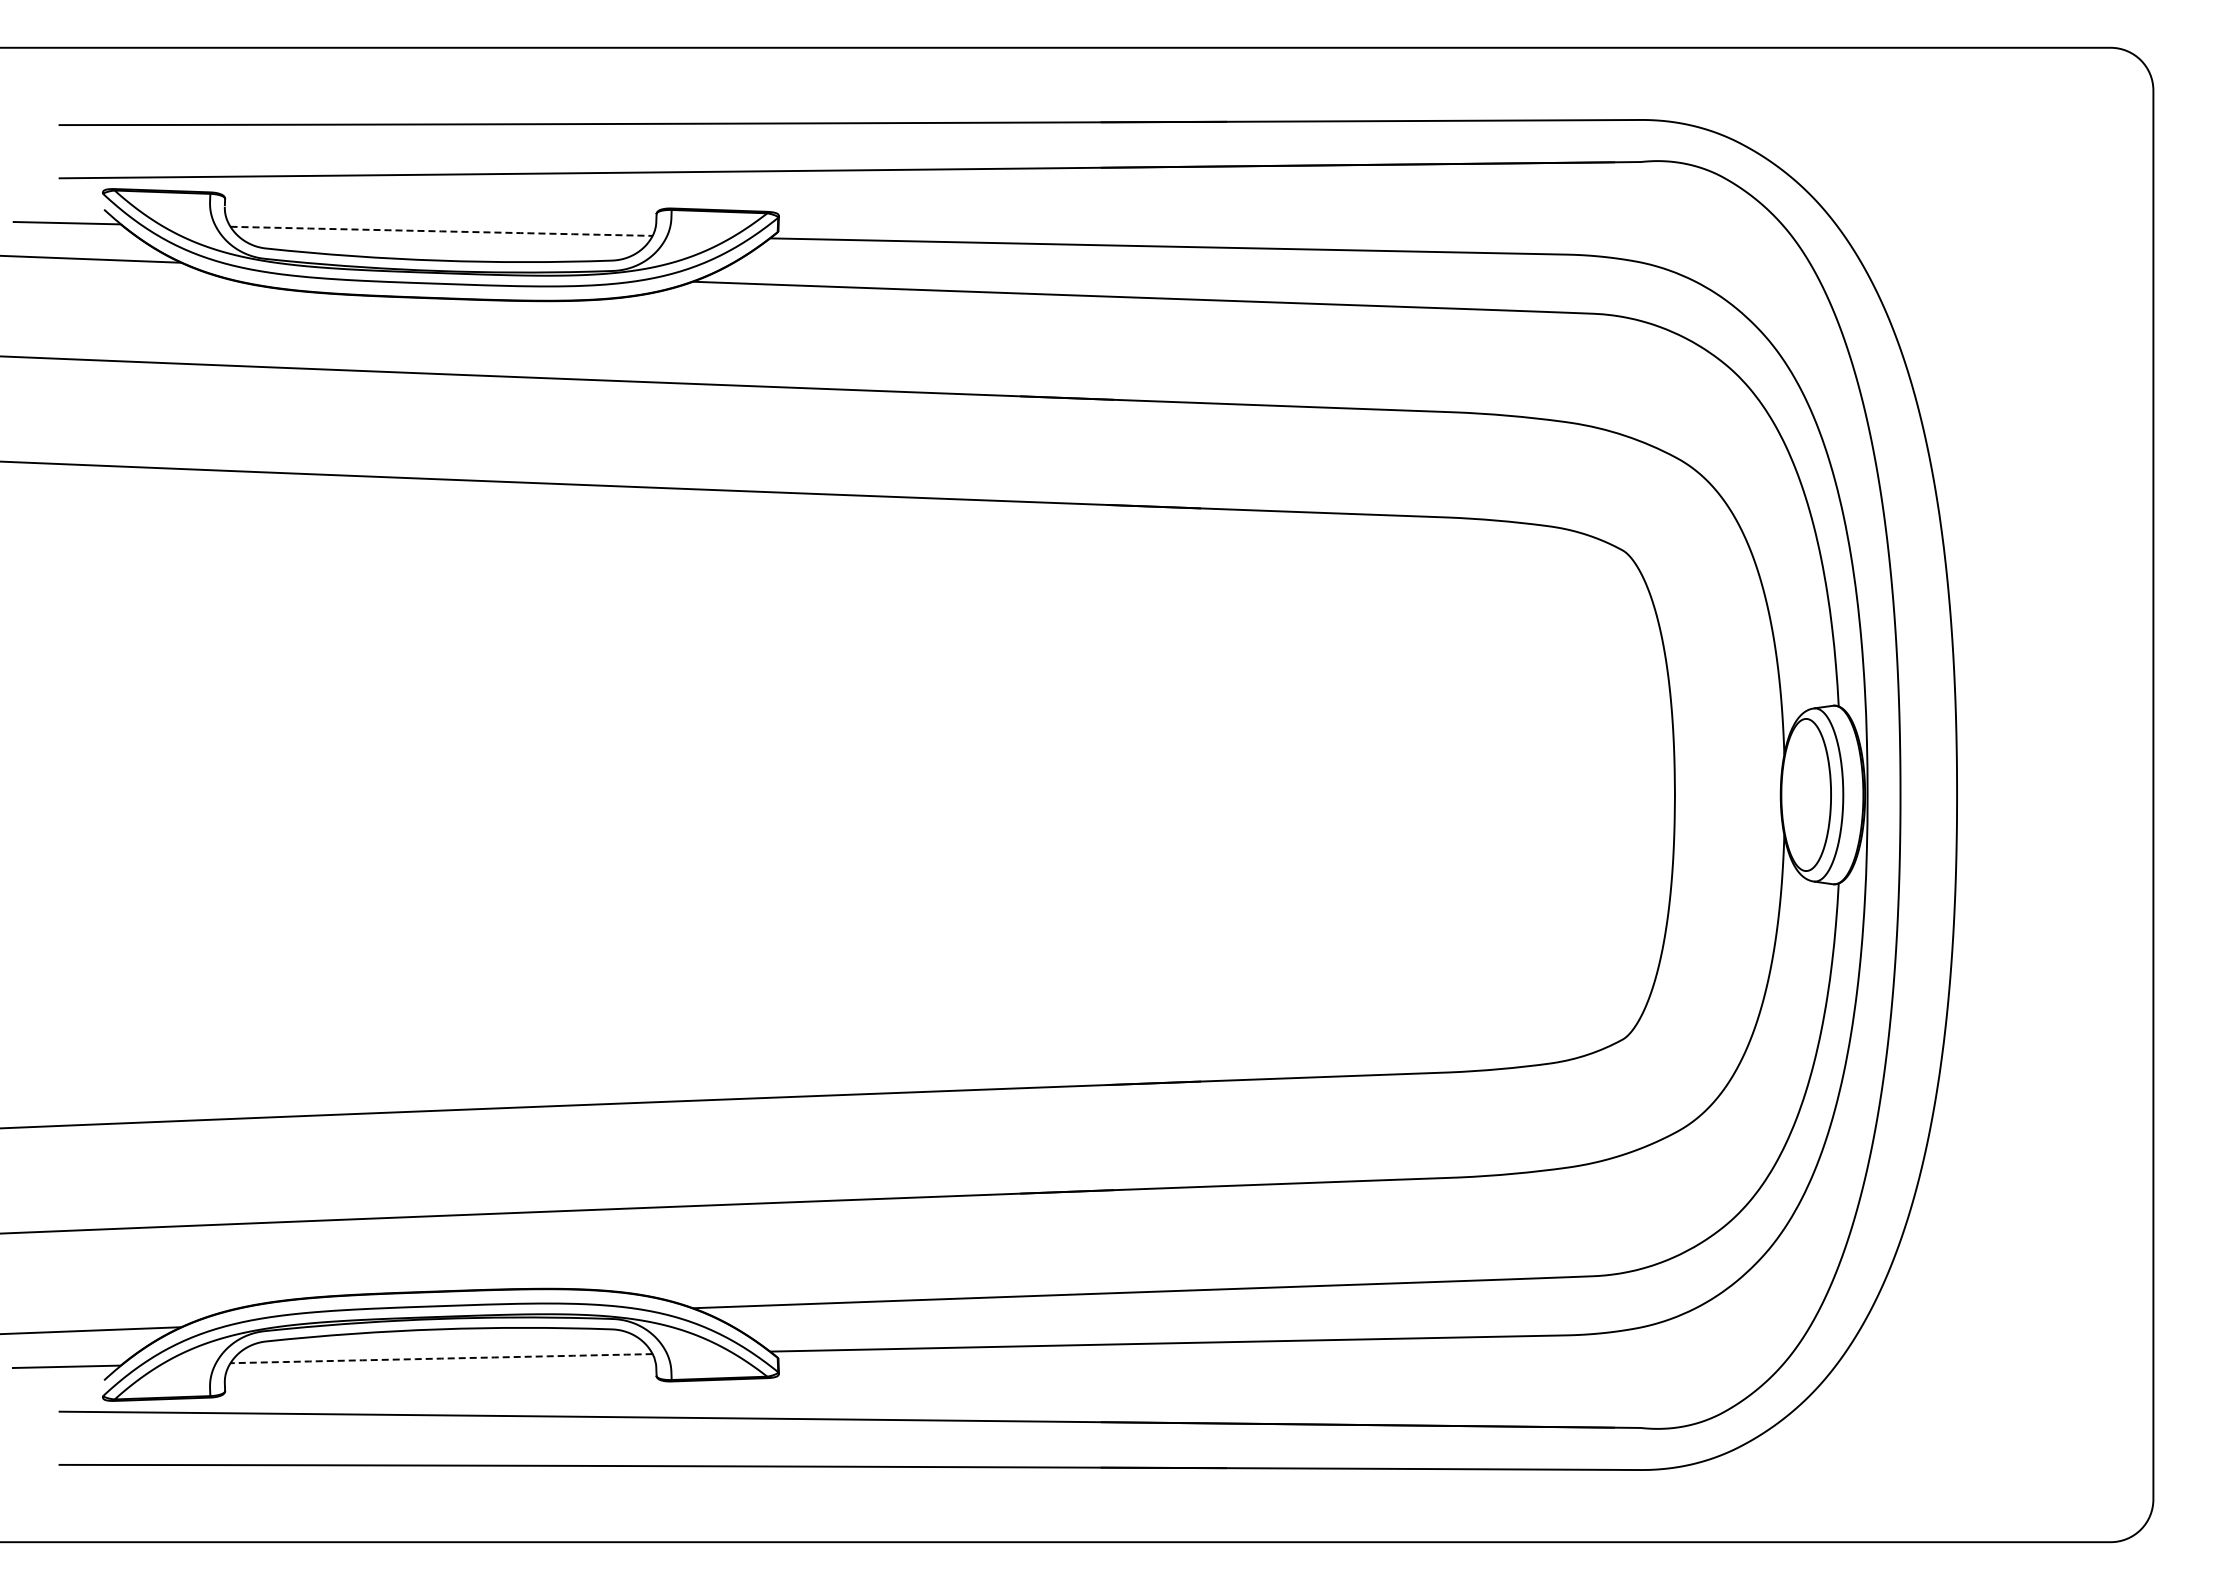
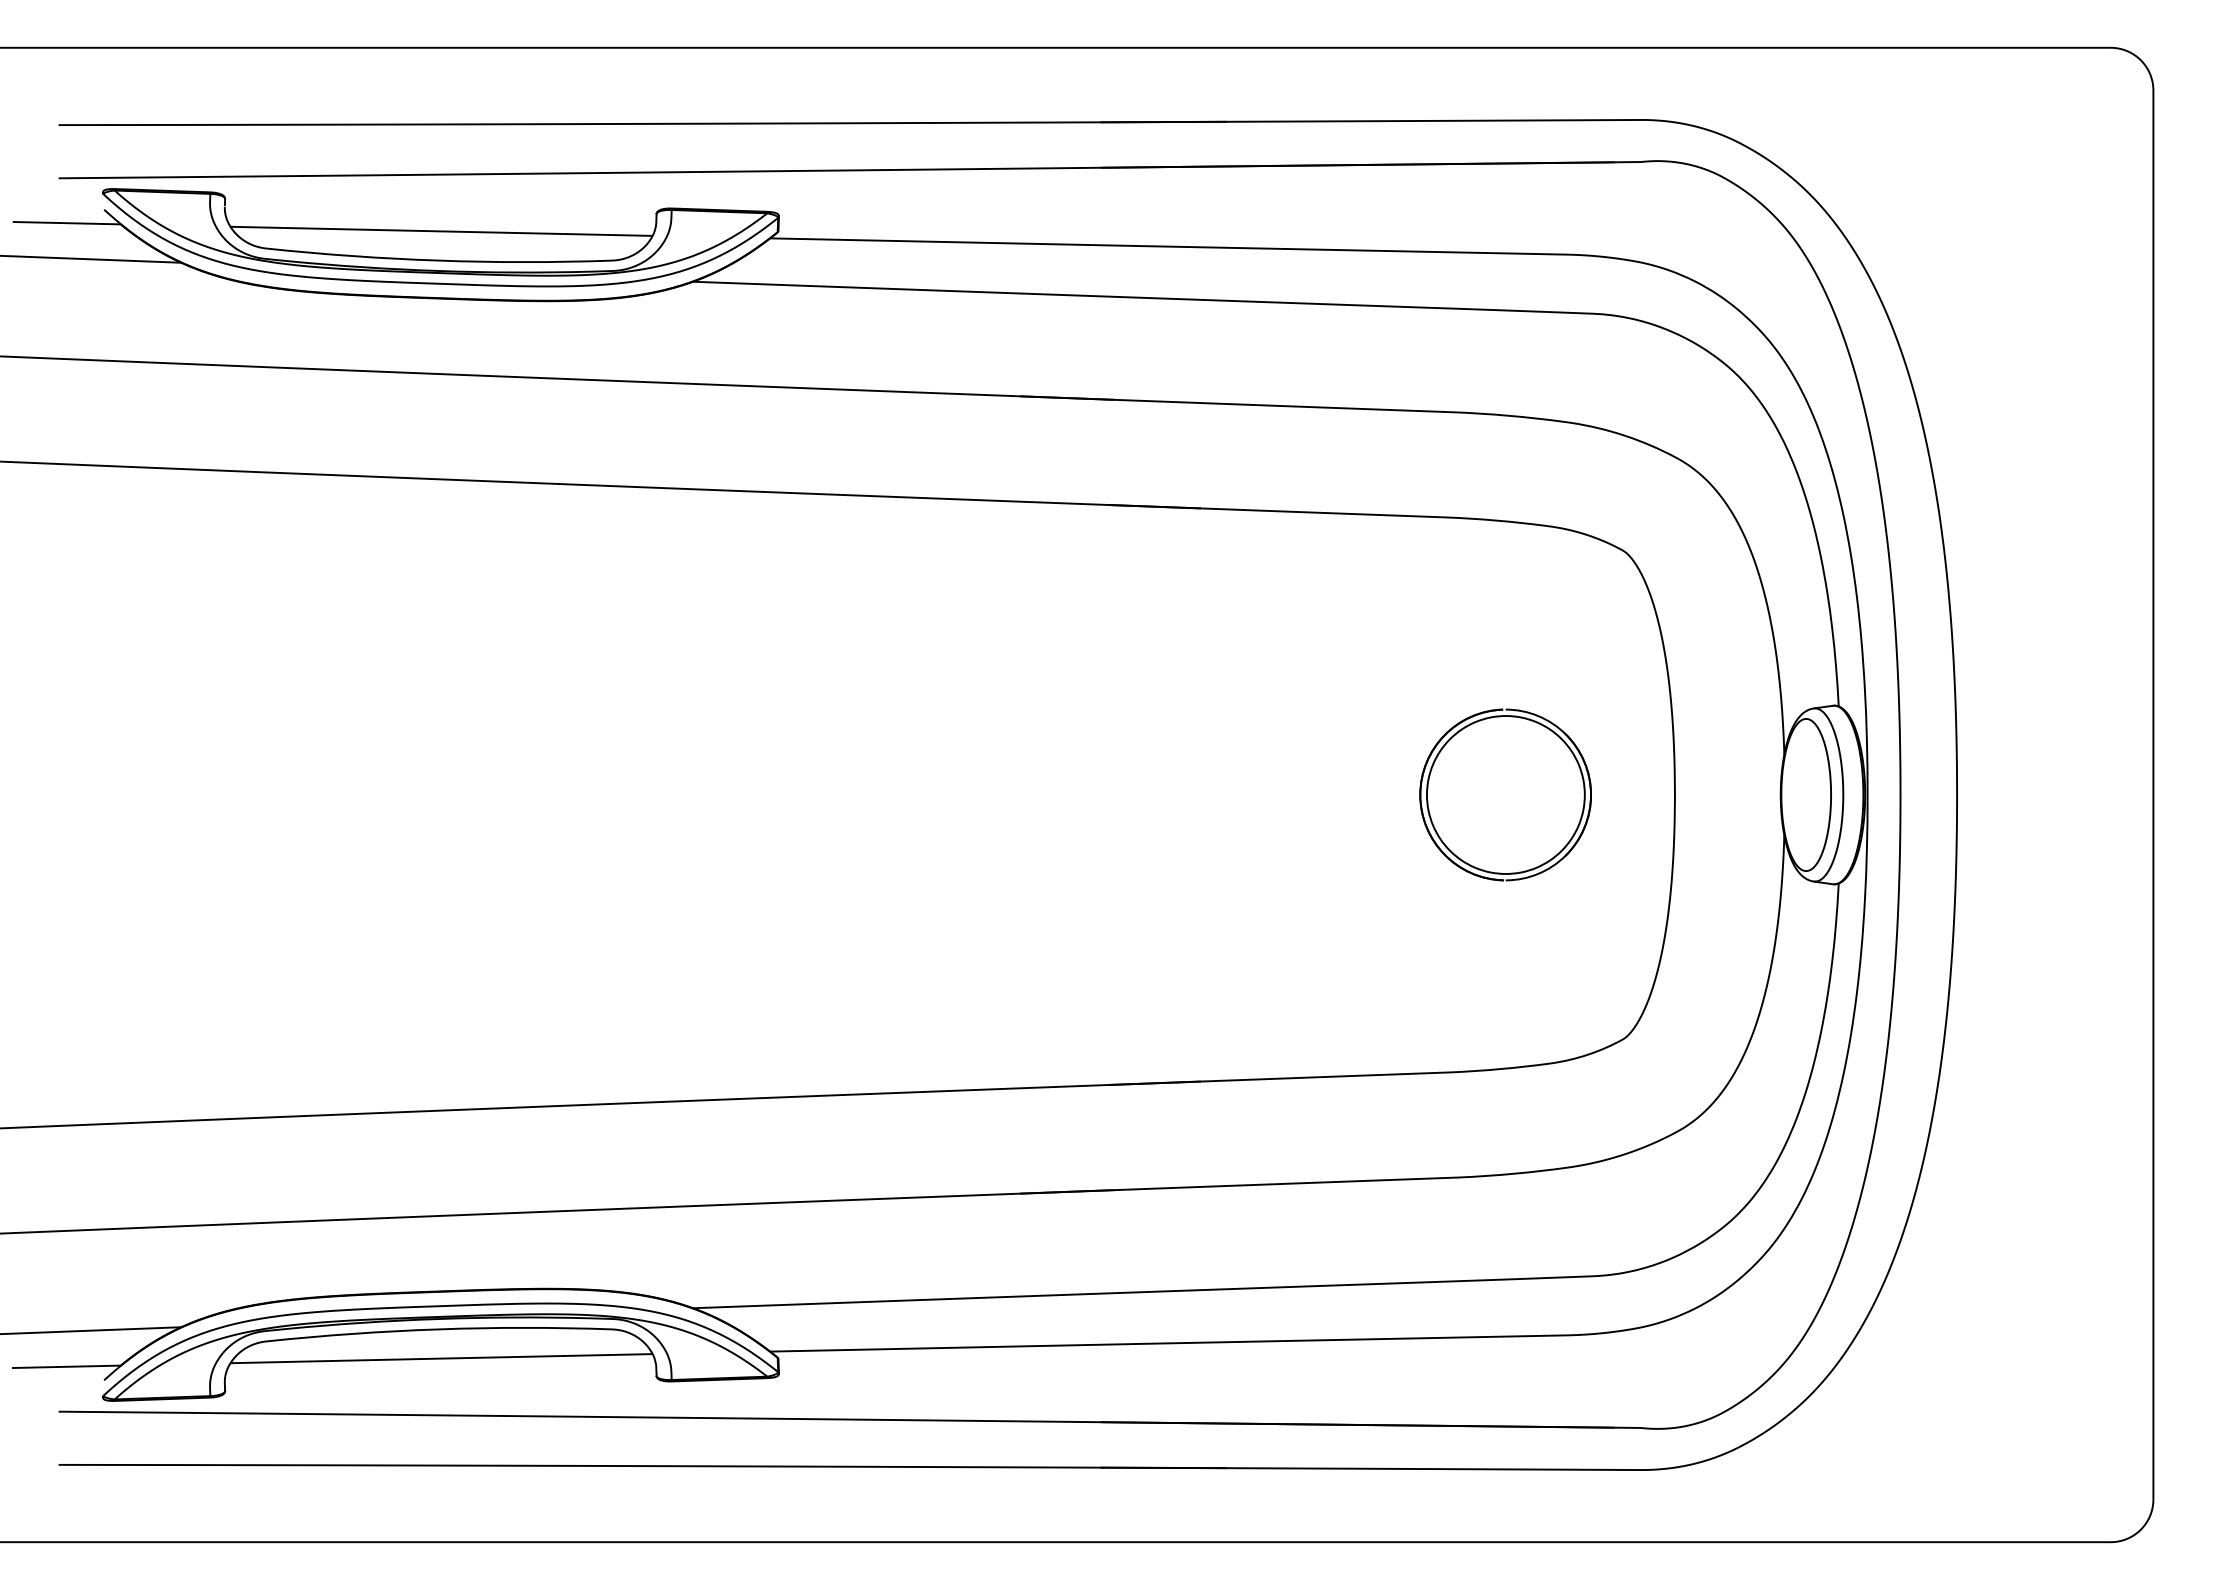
arc at (441, 231): dashed -> solid
part at (1505, 794): none -> present
arc at (441, 1358): dashed -> solid
